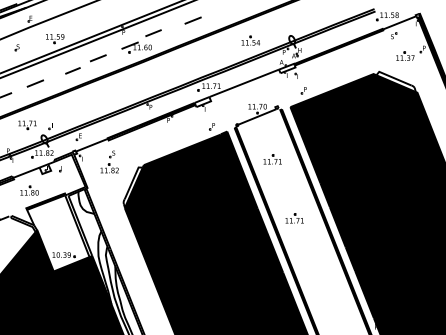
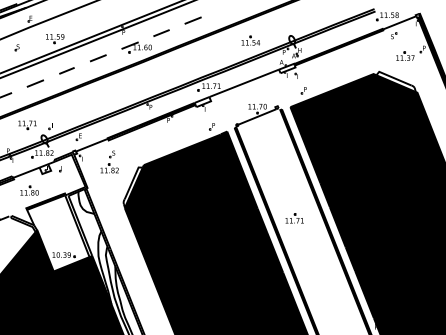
line at (153, 32) position: (153, 32) -> (161, 32)
line at (72, 70) position: (72, 70) -> (66, 70)
part at (272, 159): present -> none
